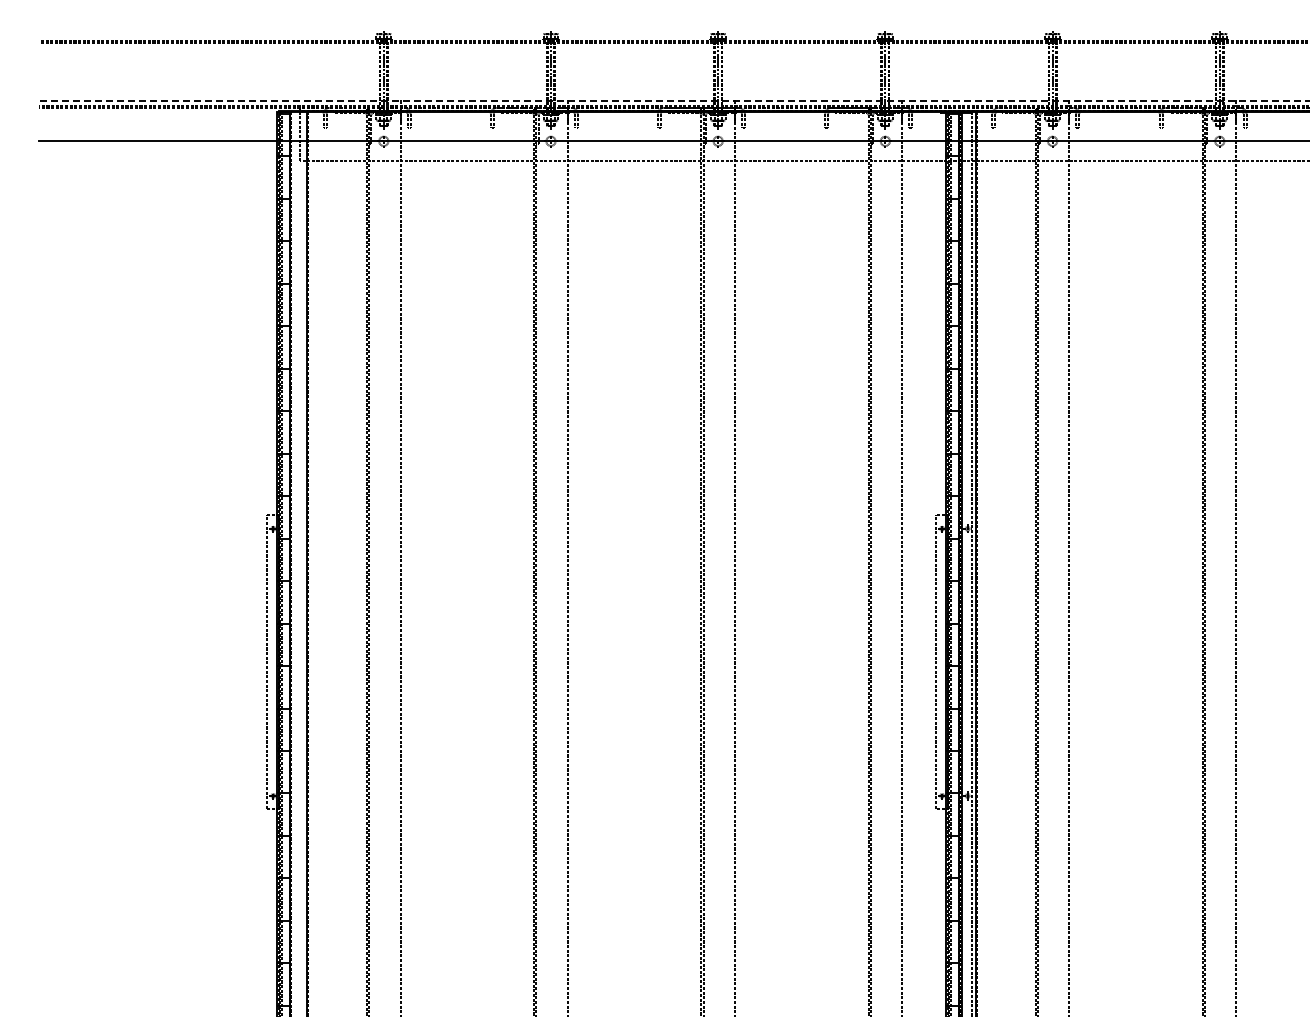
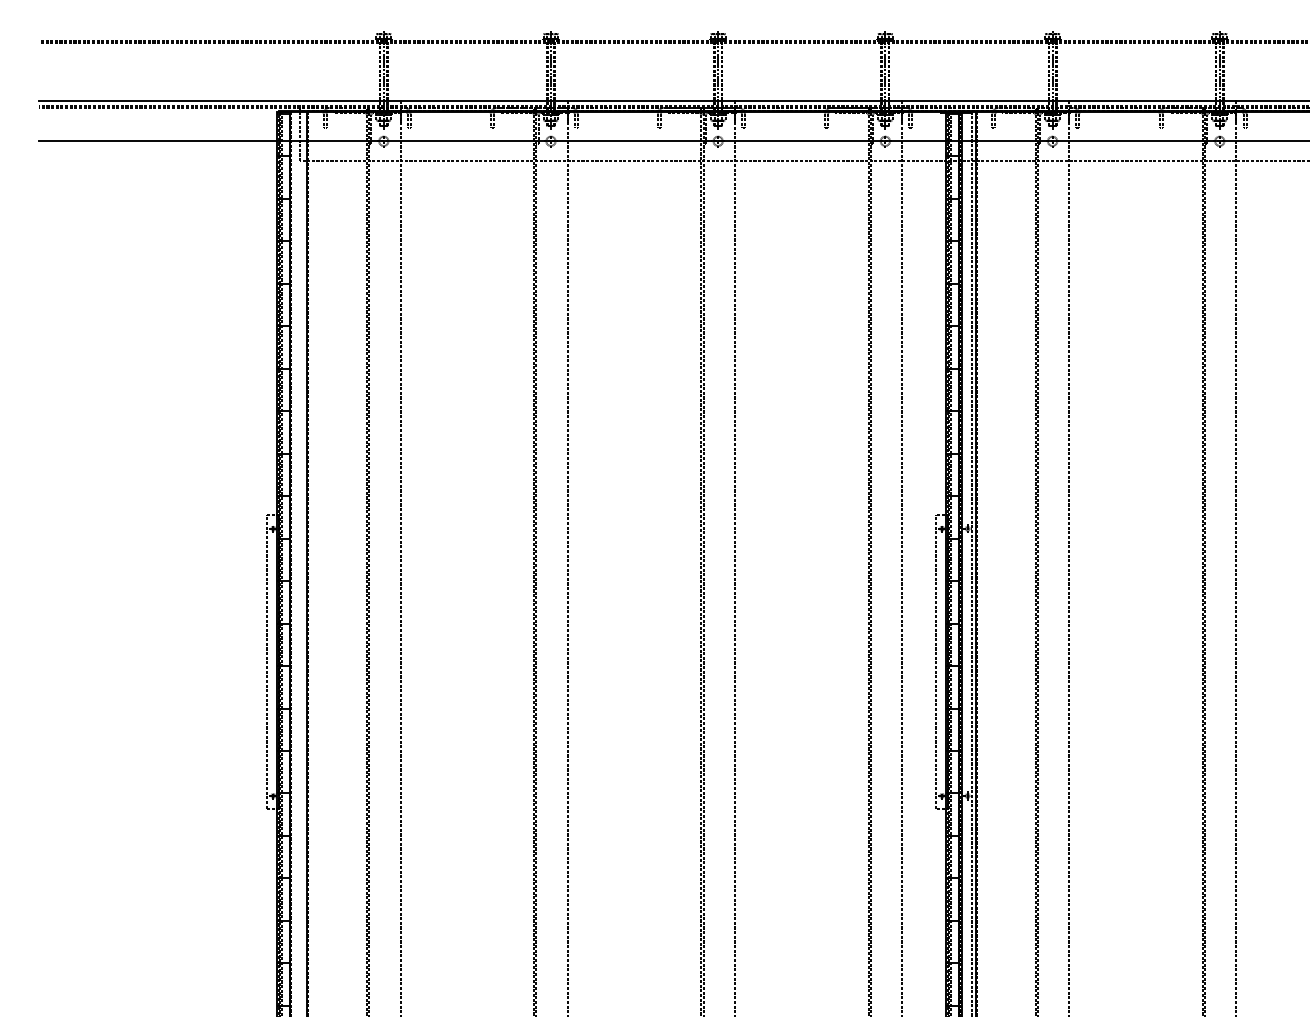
line at (673, 101): dashed -> solid
